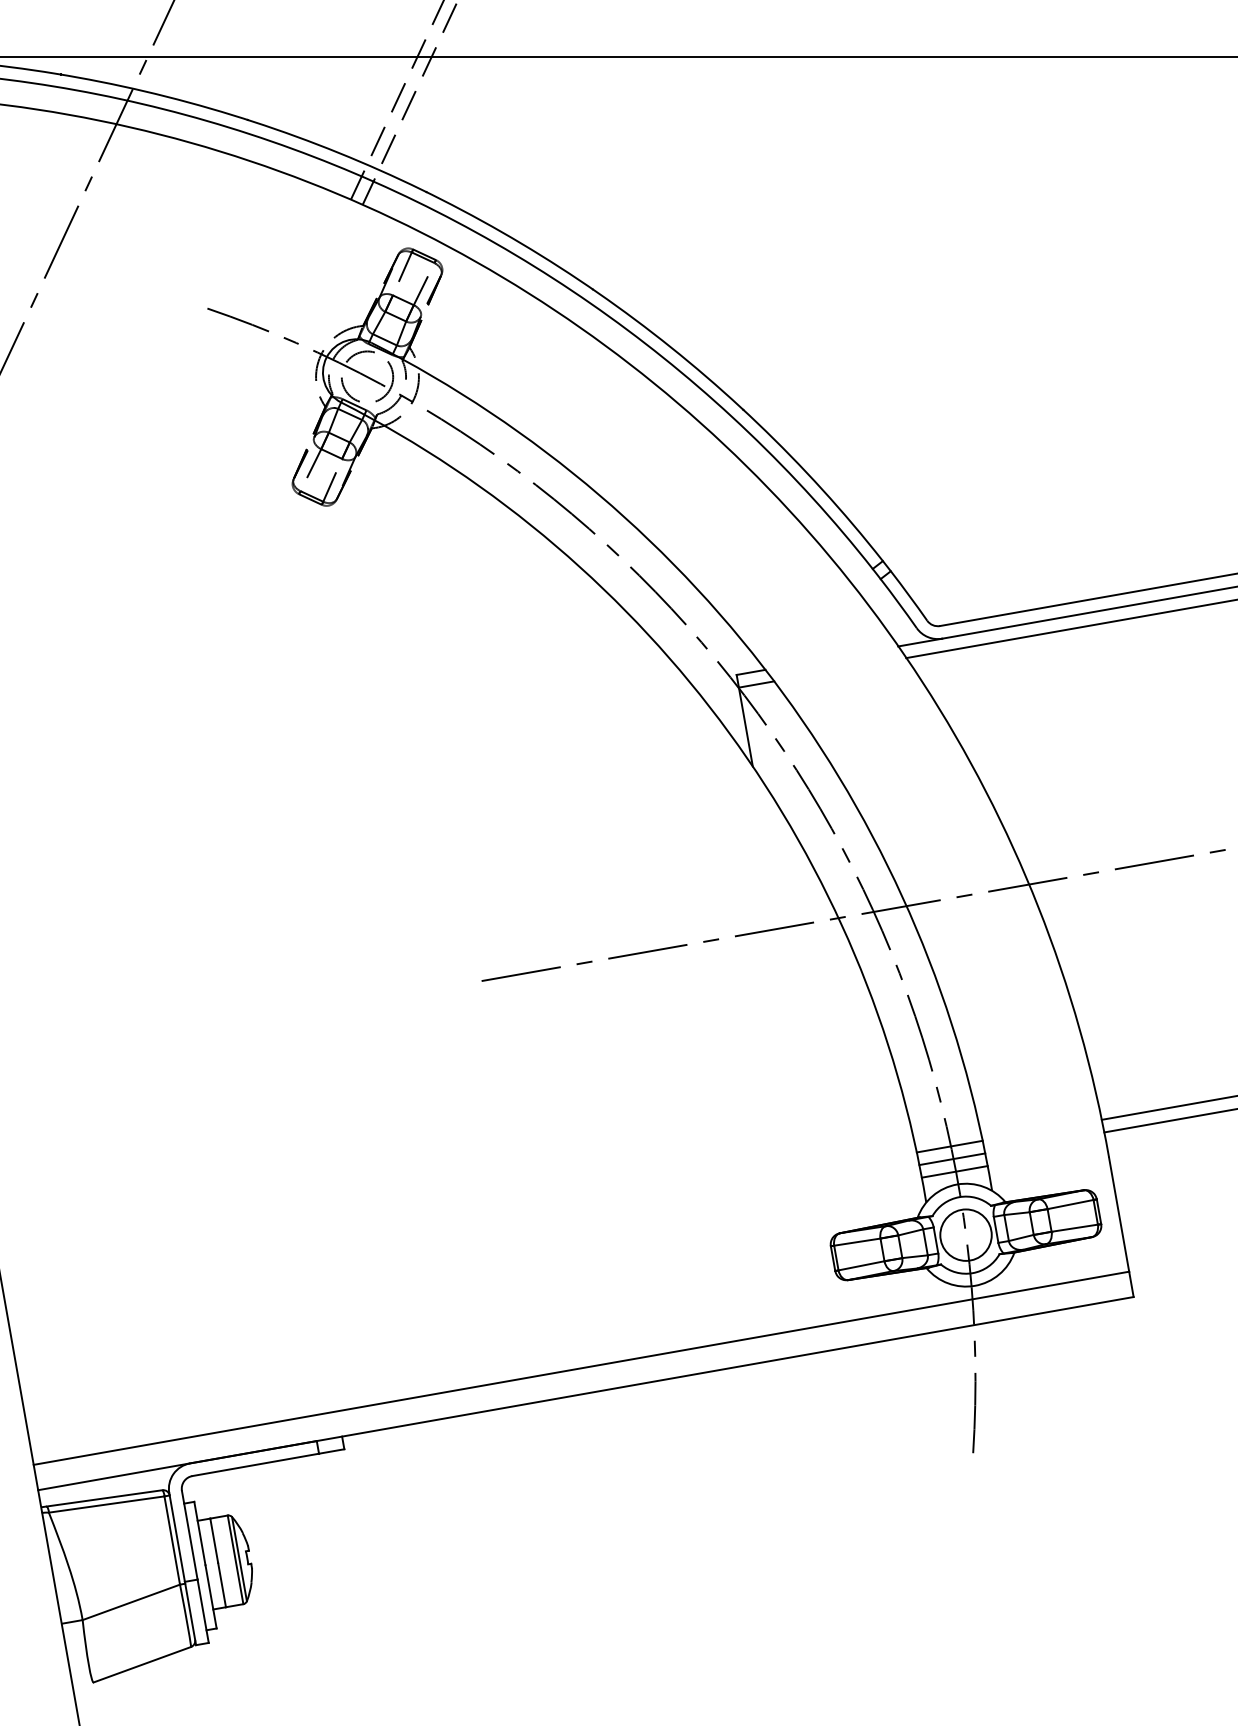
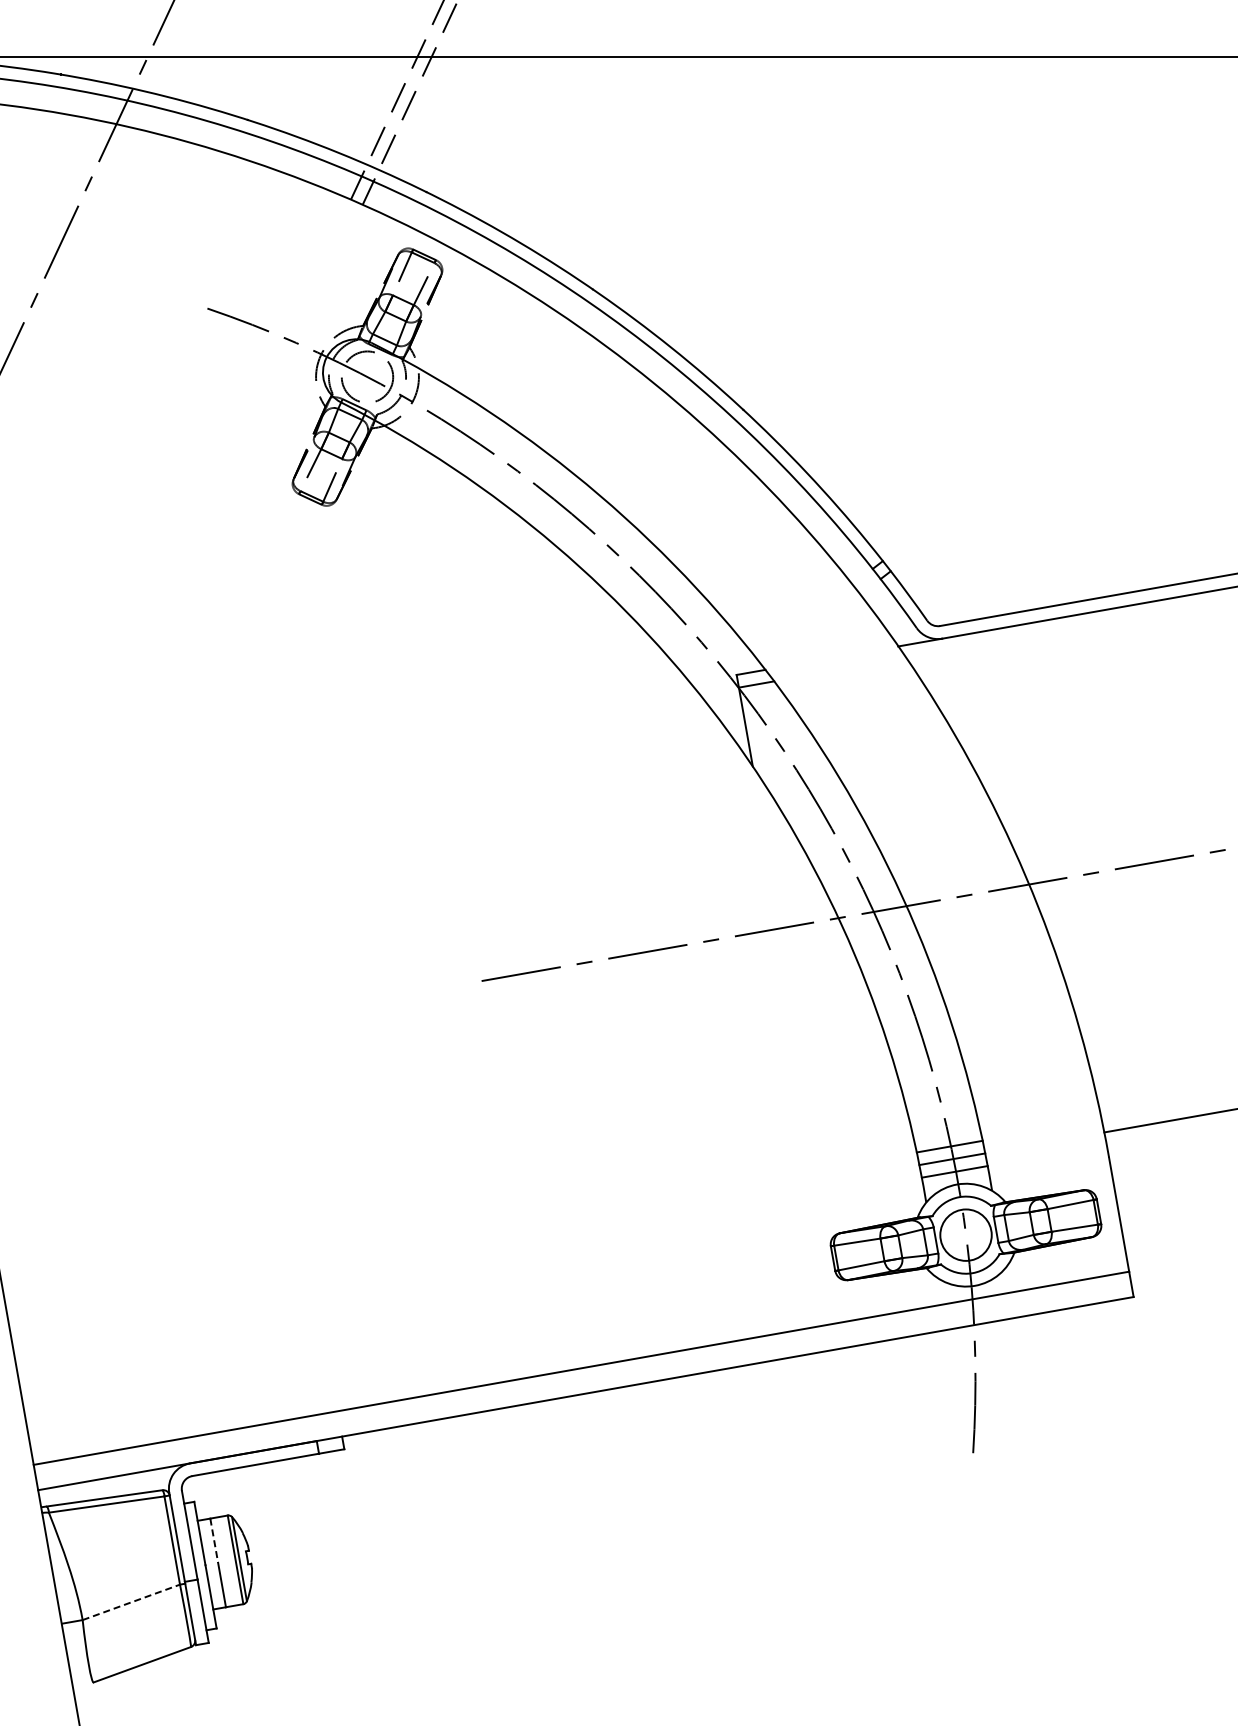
line at (1070, 629): present -> none
line at (1167, 1107): present -> none
line at (214, 1540): solid -> dashed
line at (131, 1602): solid -> dashed
